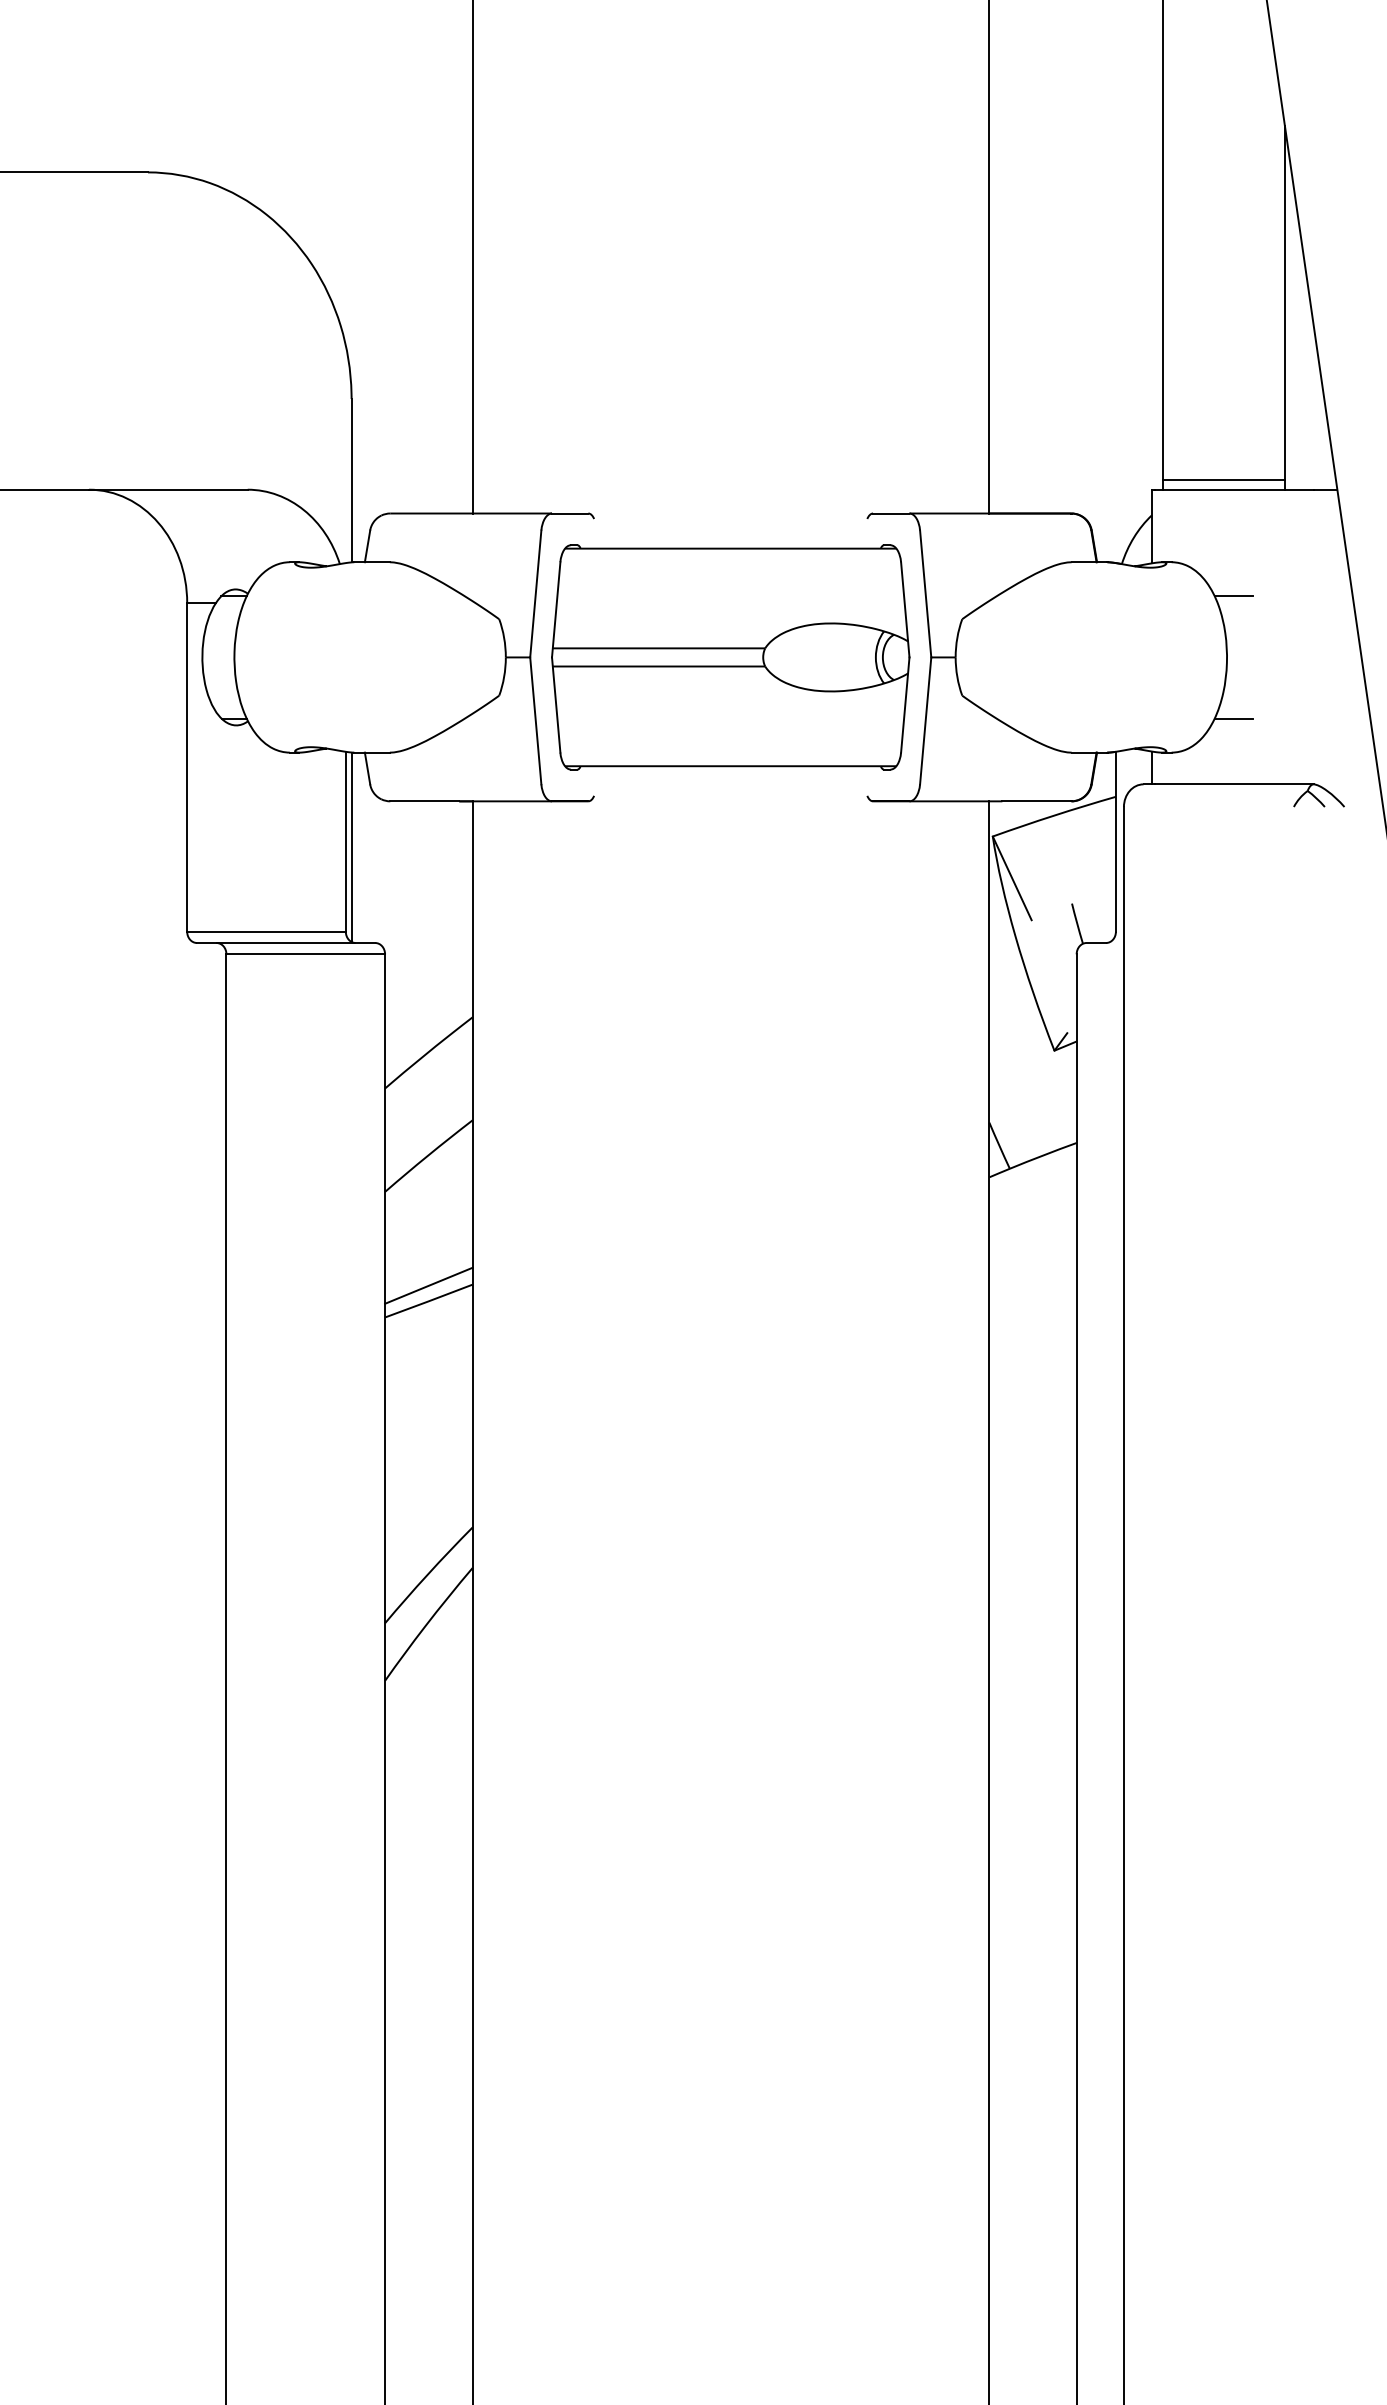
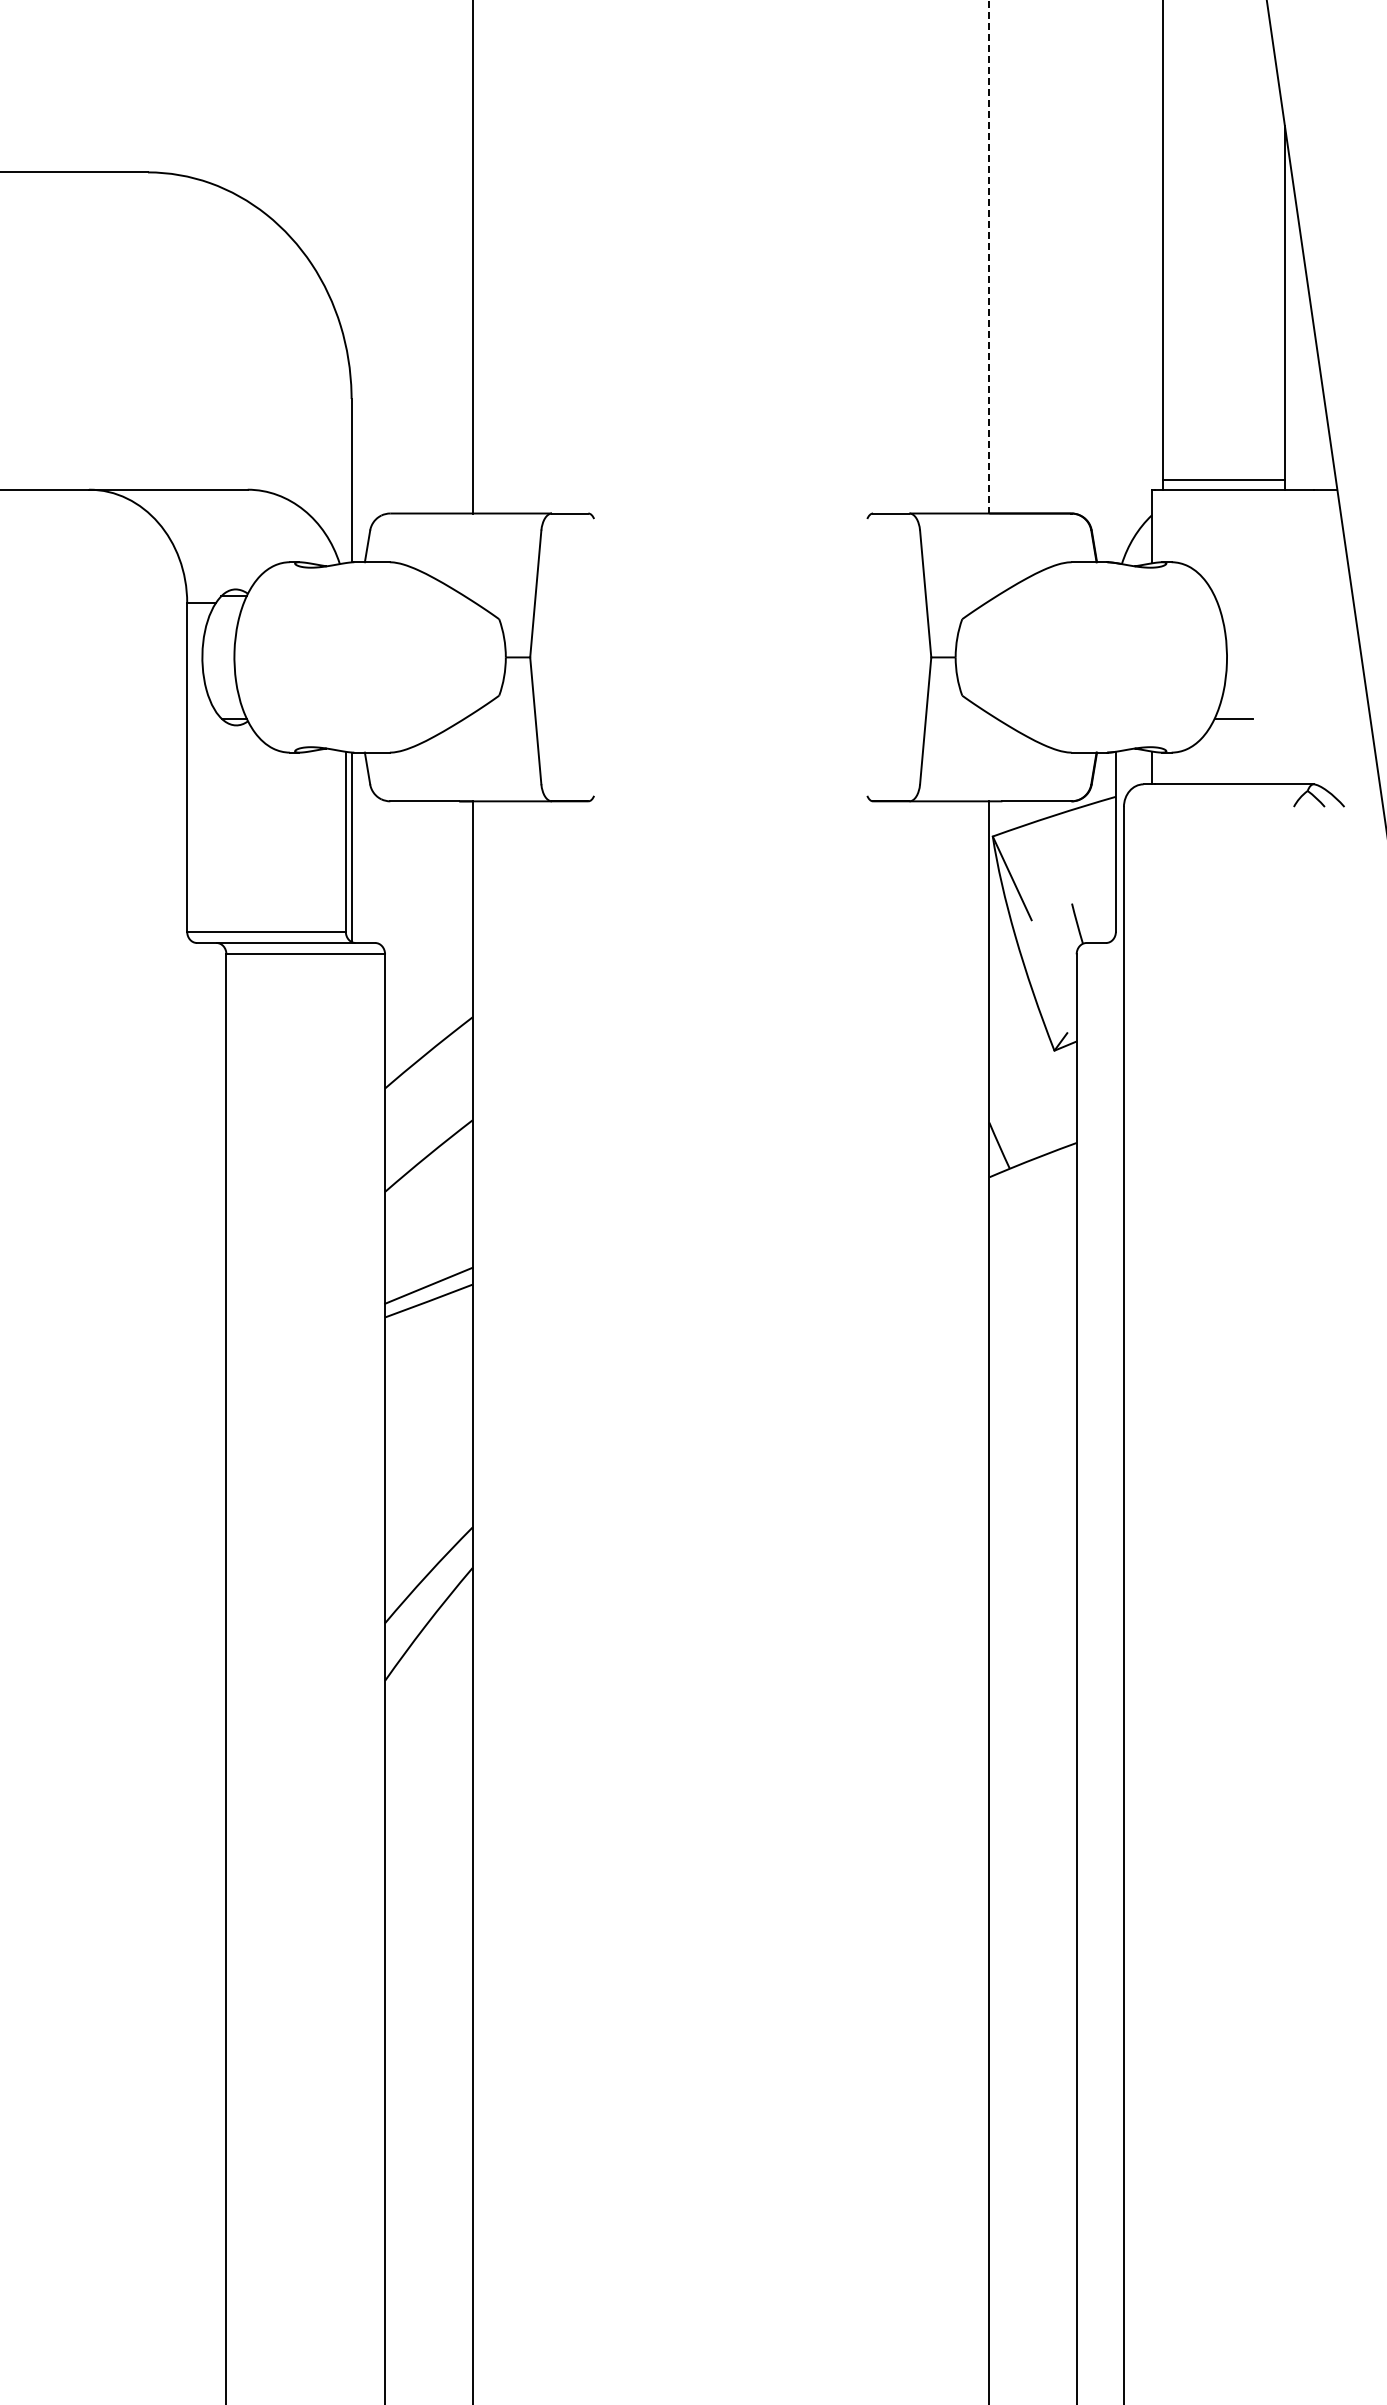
line at (989, 257): solid -> dashed
line at (1233, 596): present -> none
part at (730, 657): present -> none
